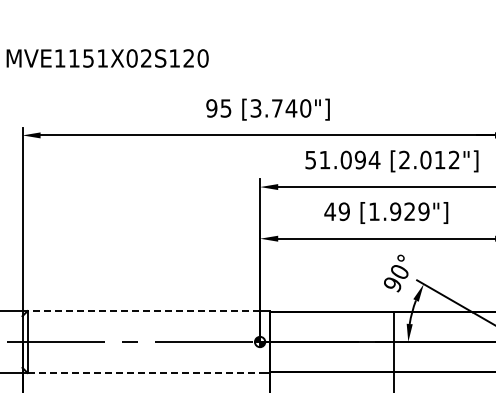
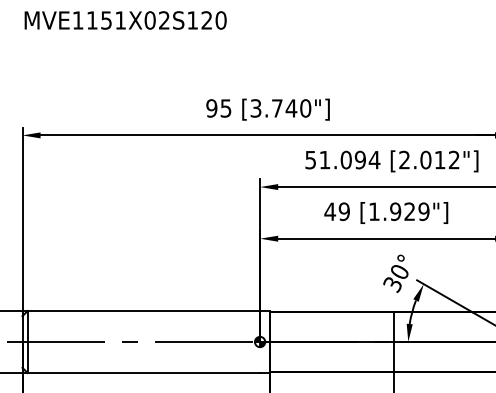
text at (107, 58) position: (107, 58) -> (125, 20)
text at (392, 284): 90° -> 30°
line at (143, 311): dashed -> solid
line at (144, 373): dashed -> solid
